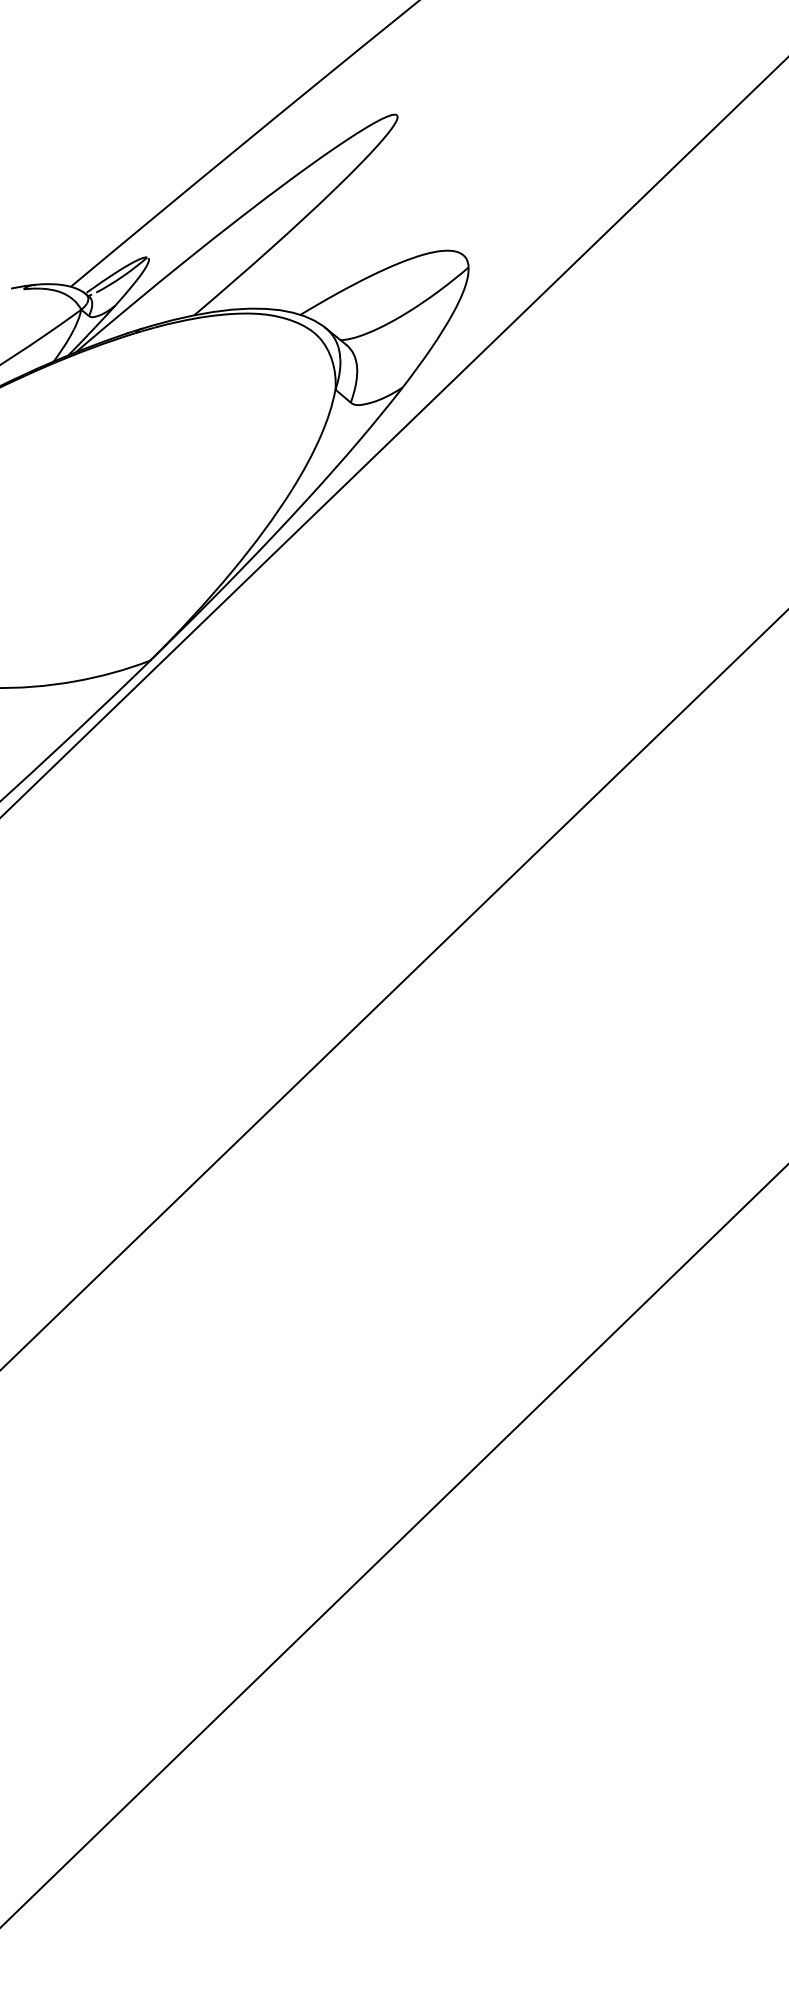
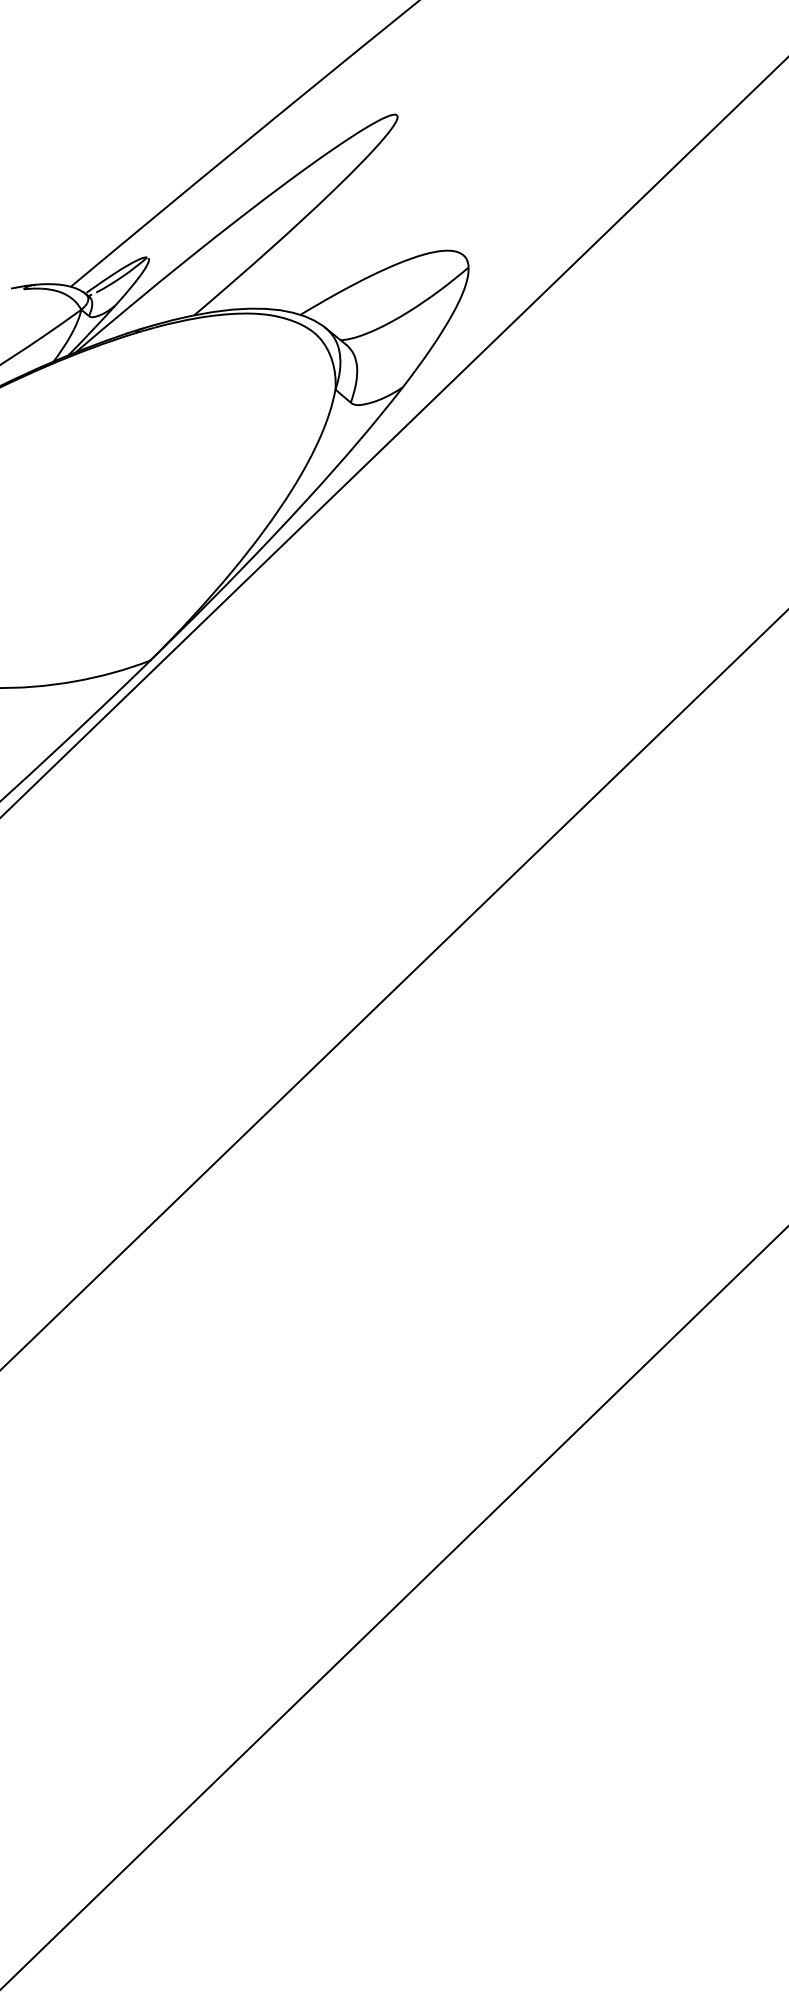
line at (393, 1546) position: (393, 1546) -> (393, 1608)
